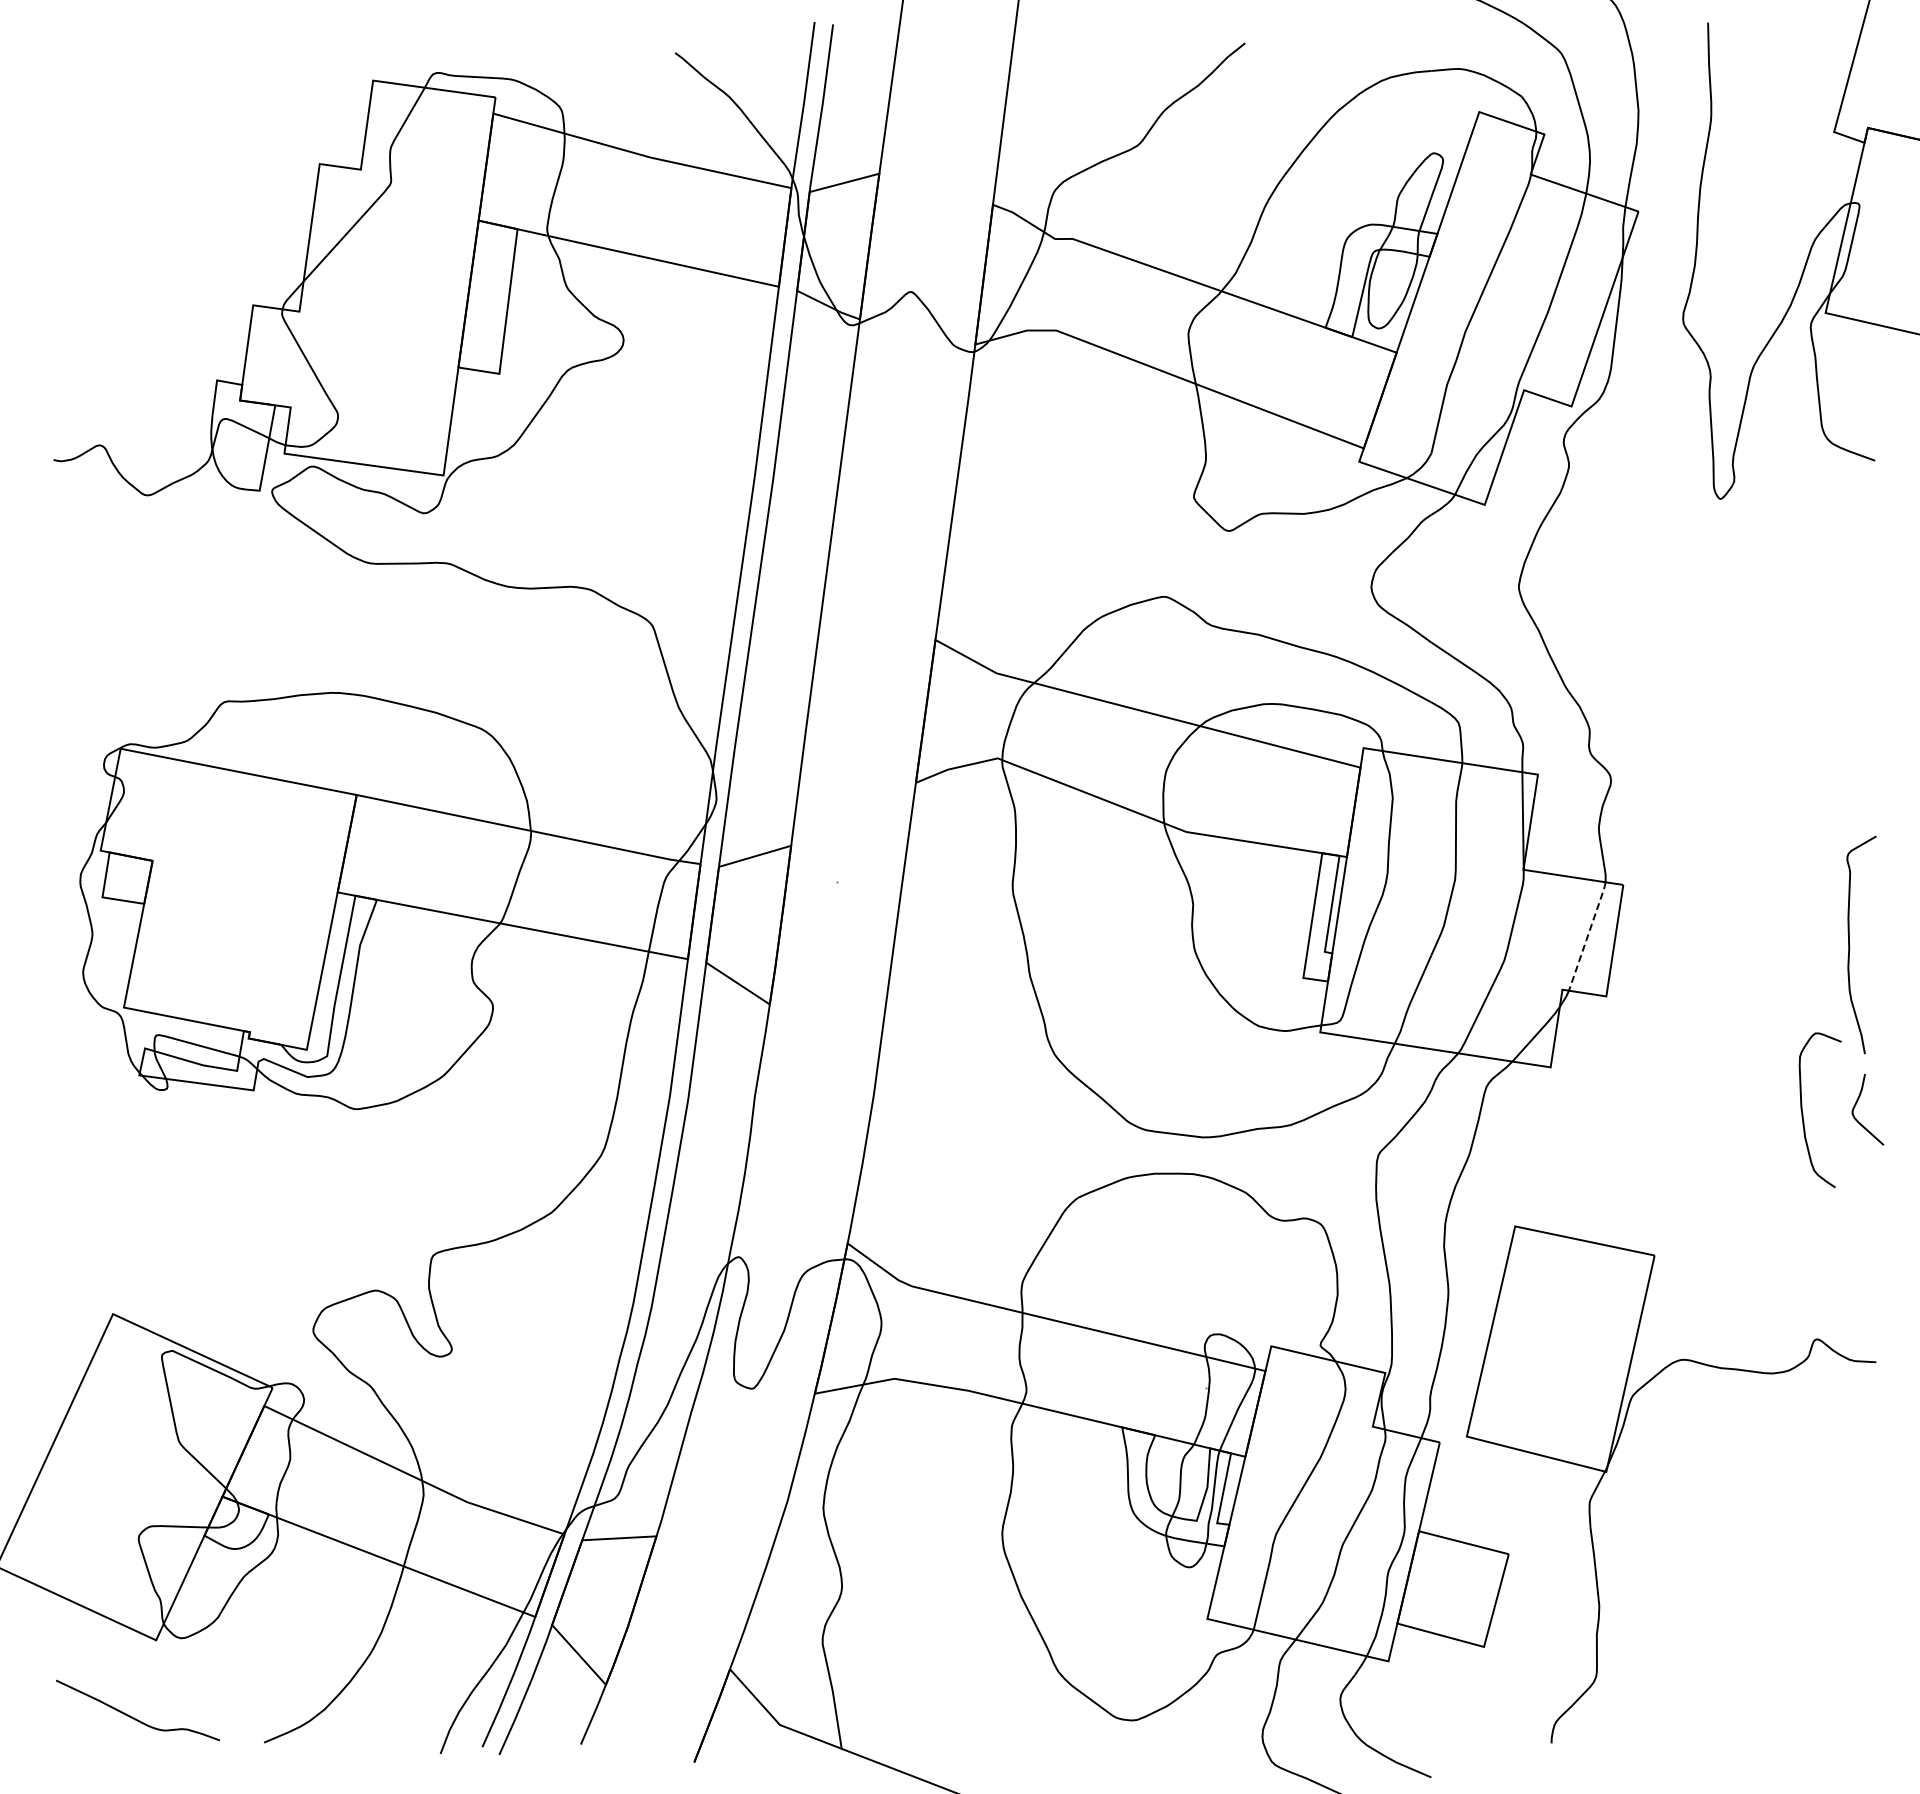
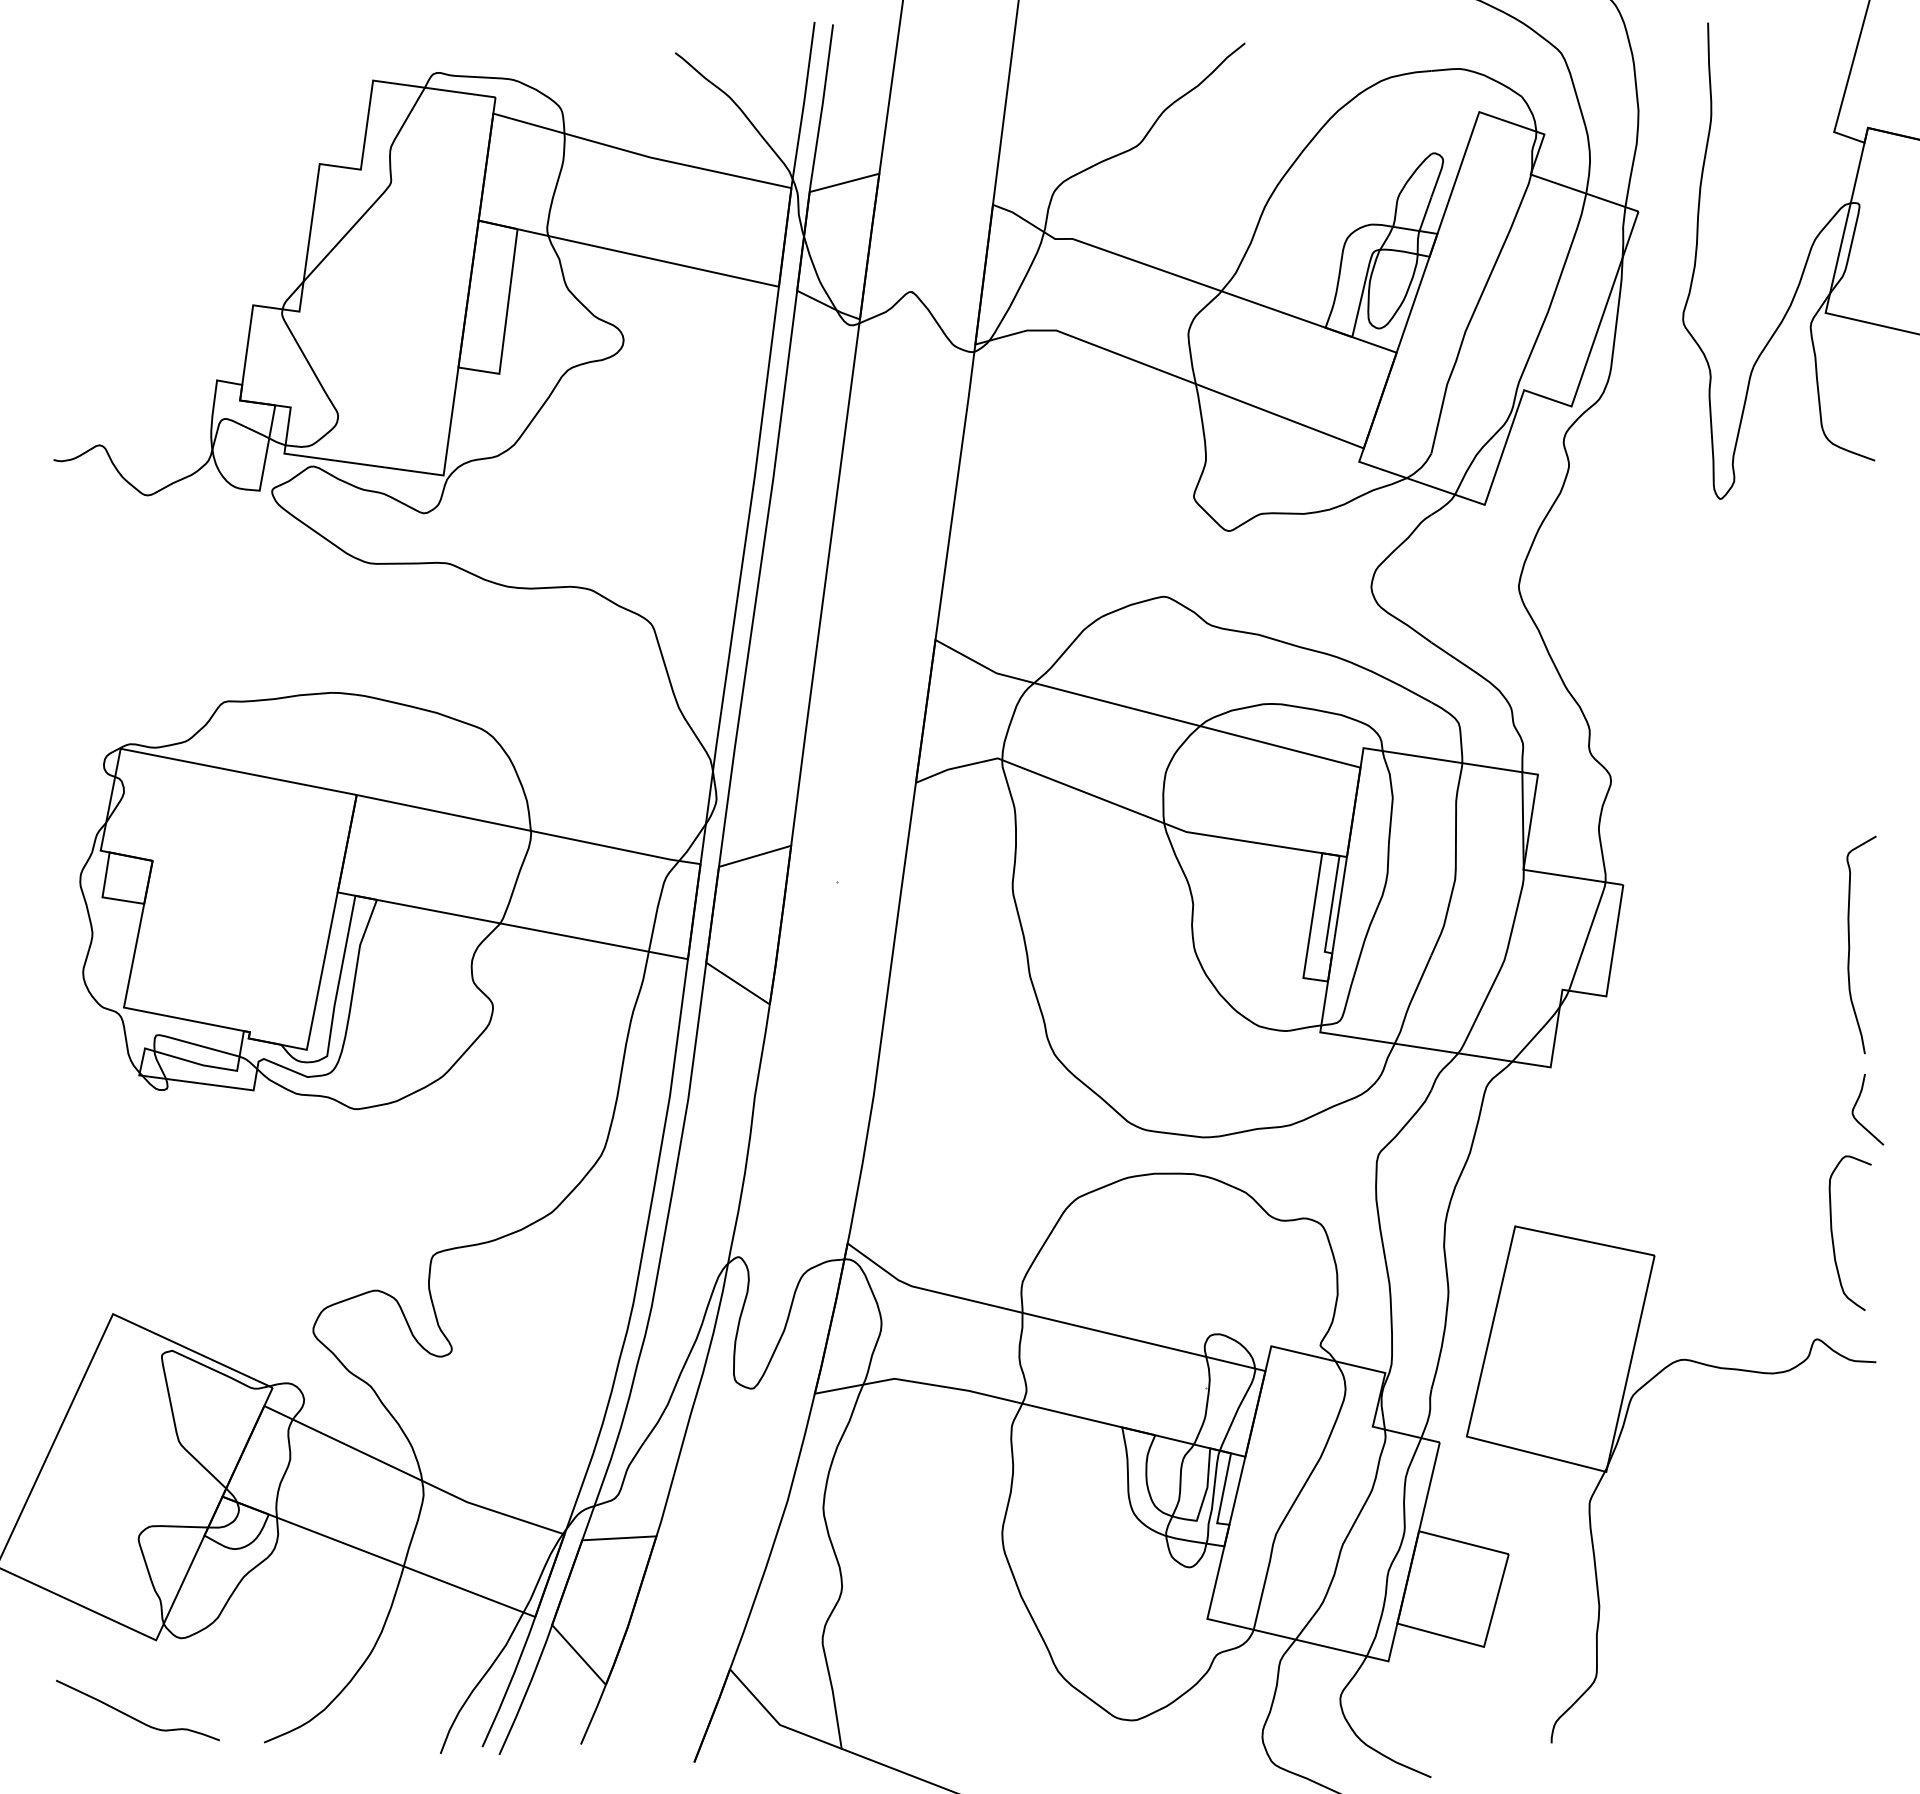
line at (1588, 935): dashed -> solid
curve at (1803, 1113) position: (1803, 1113) -> (1833, 1236)
